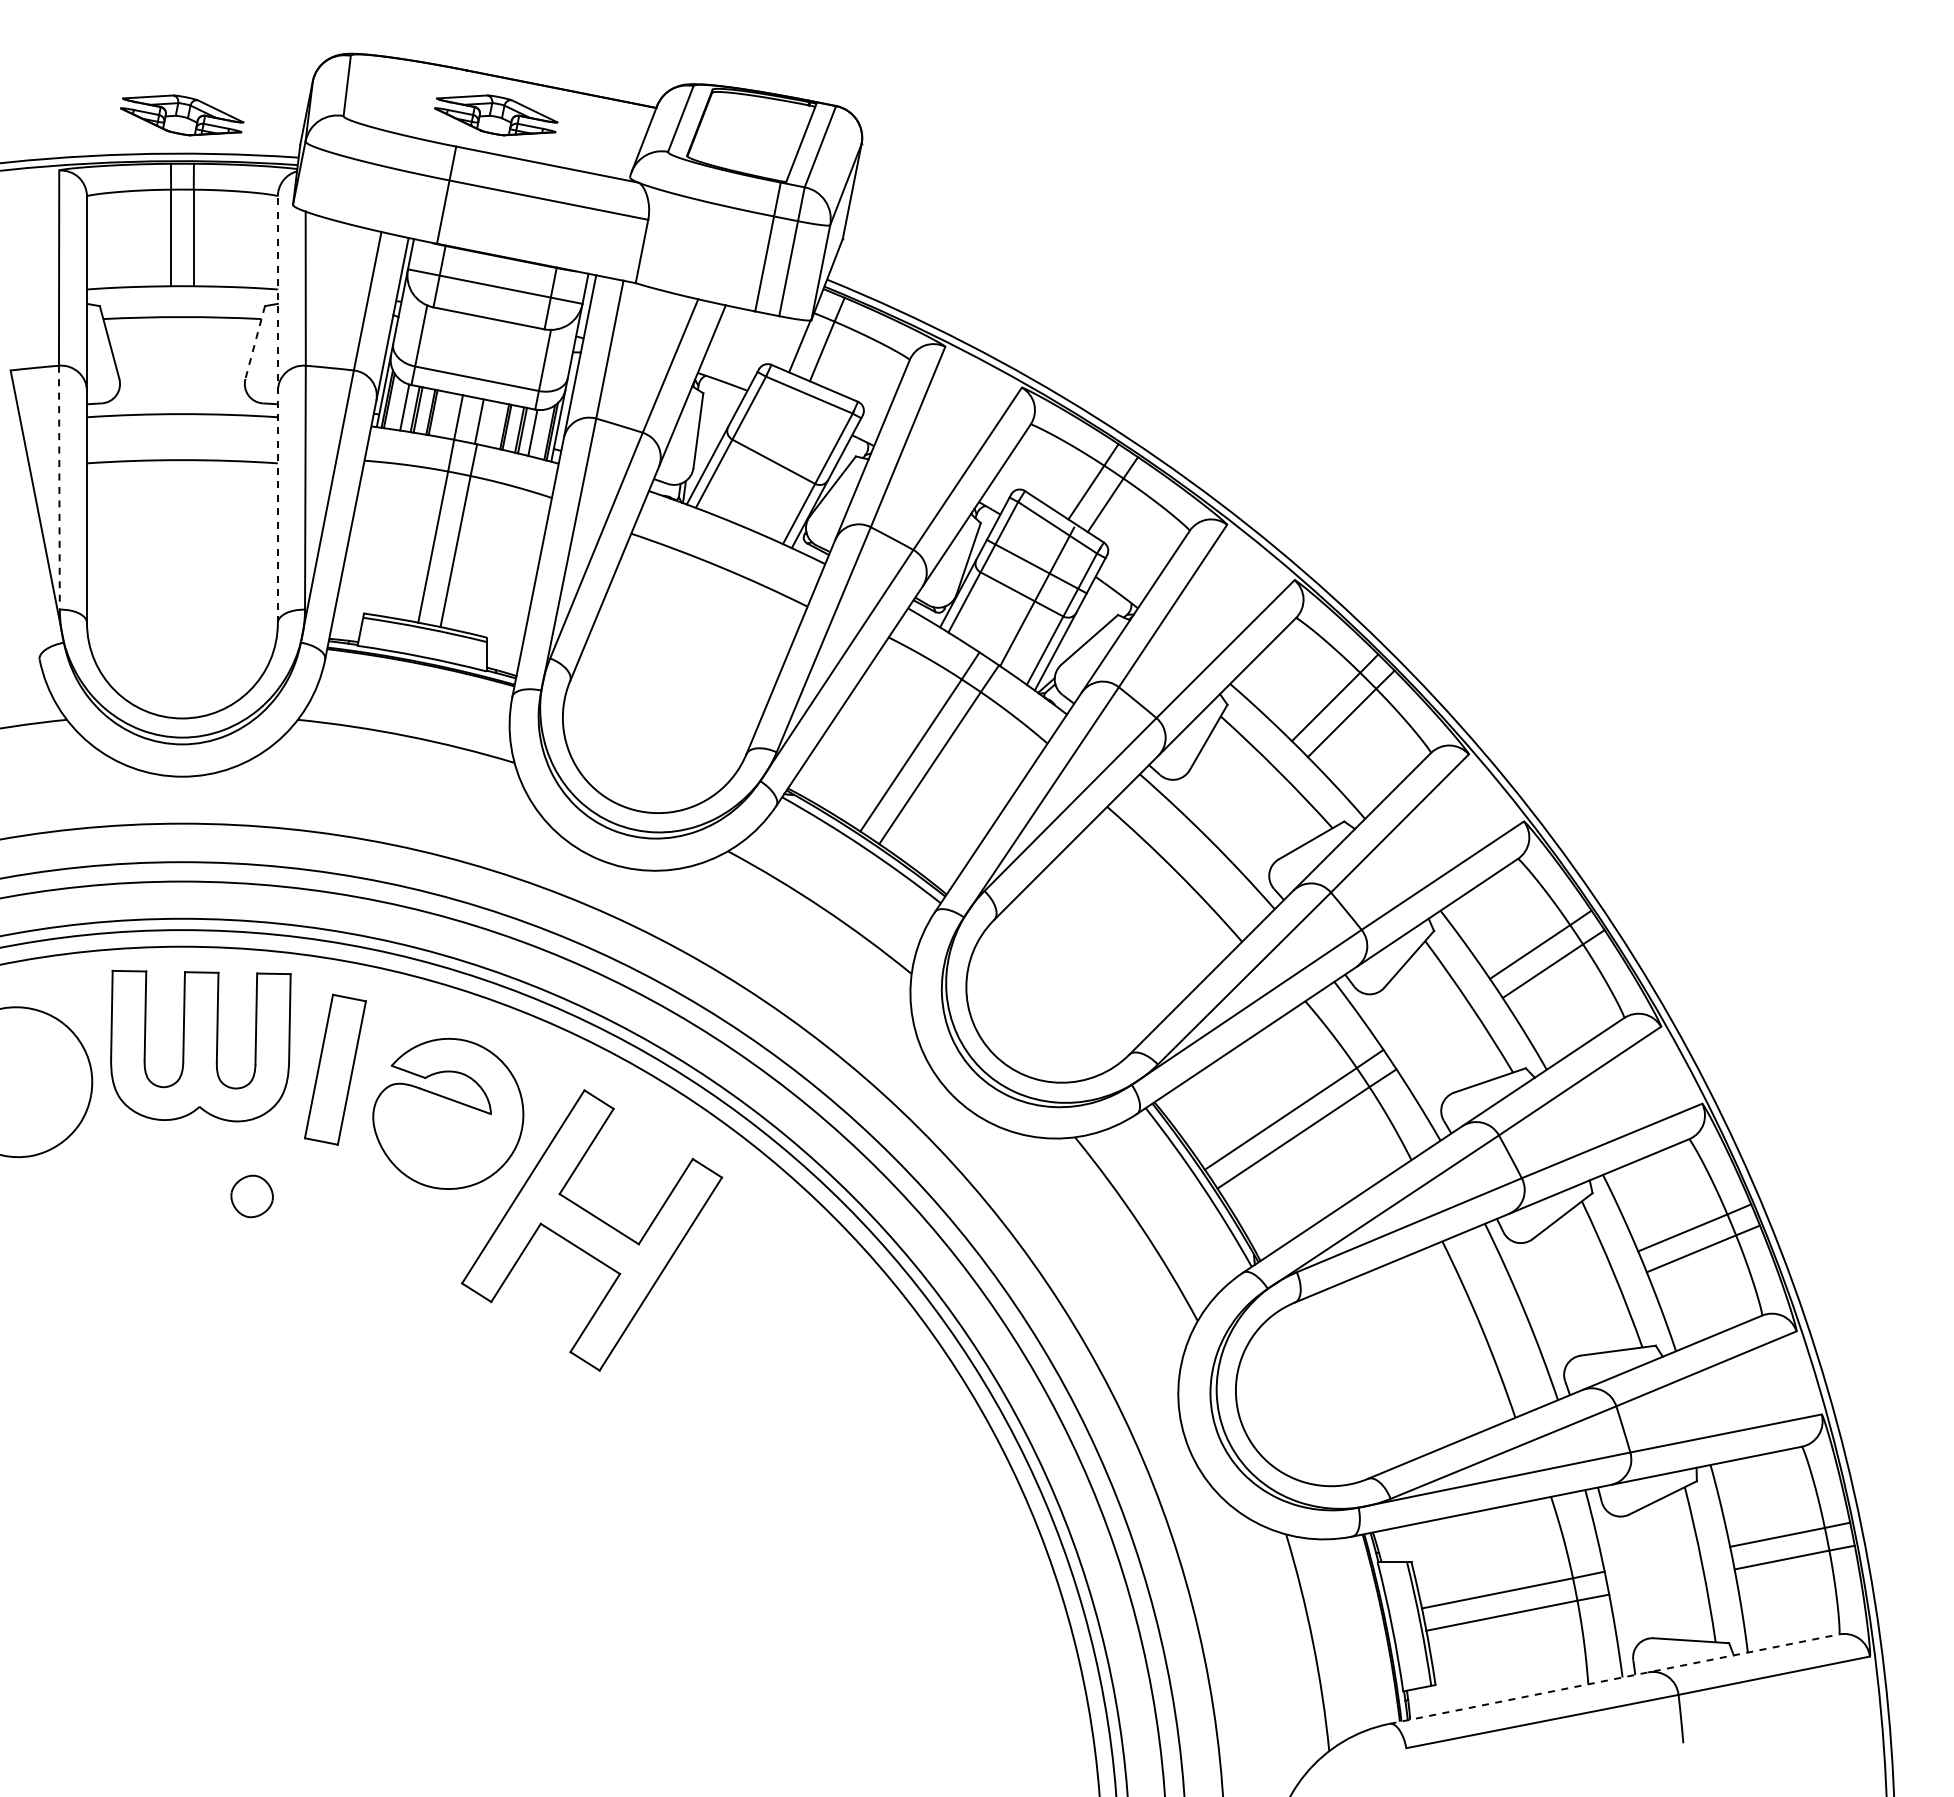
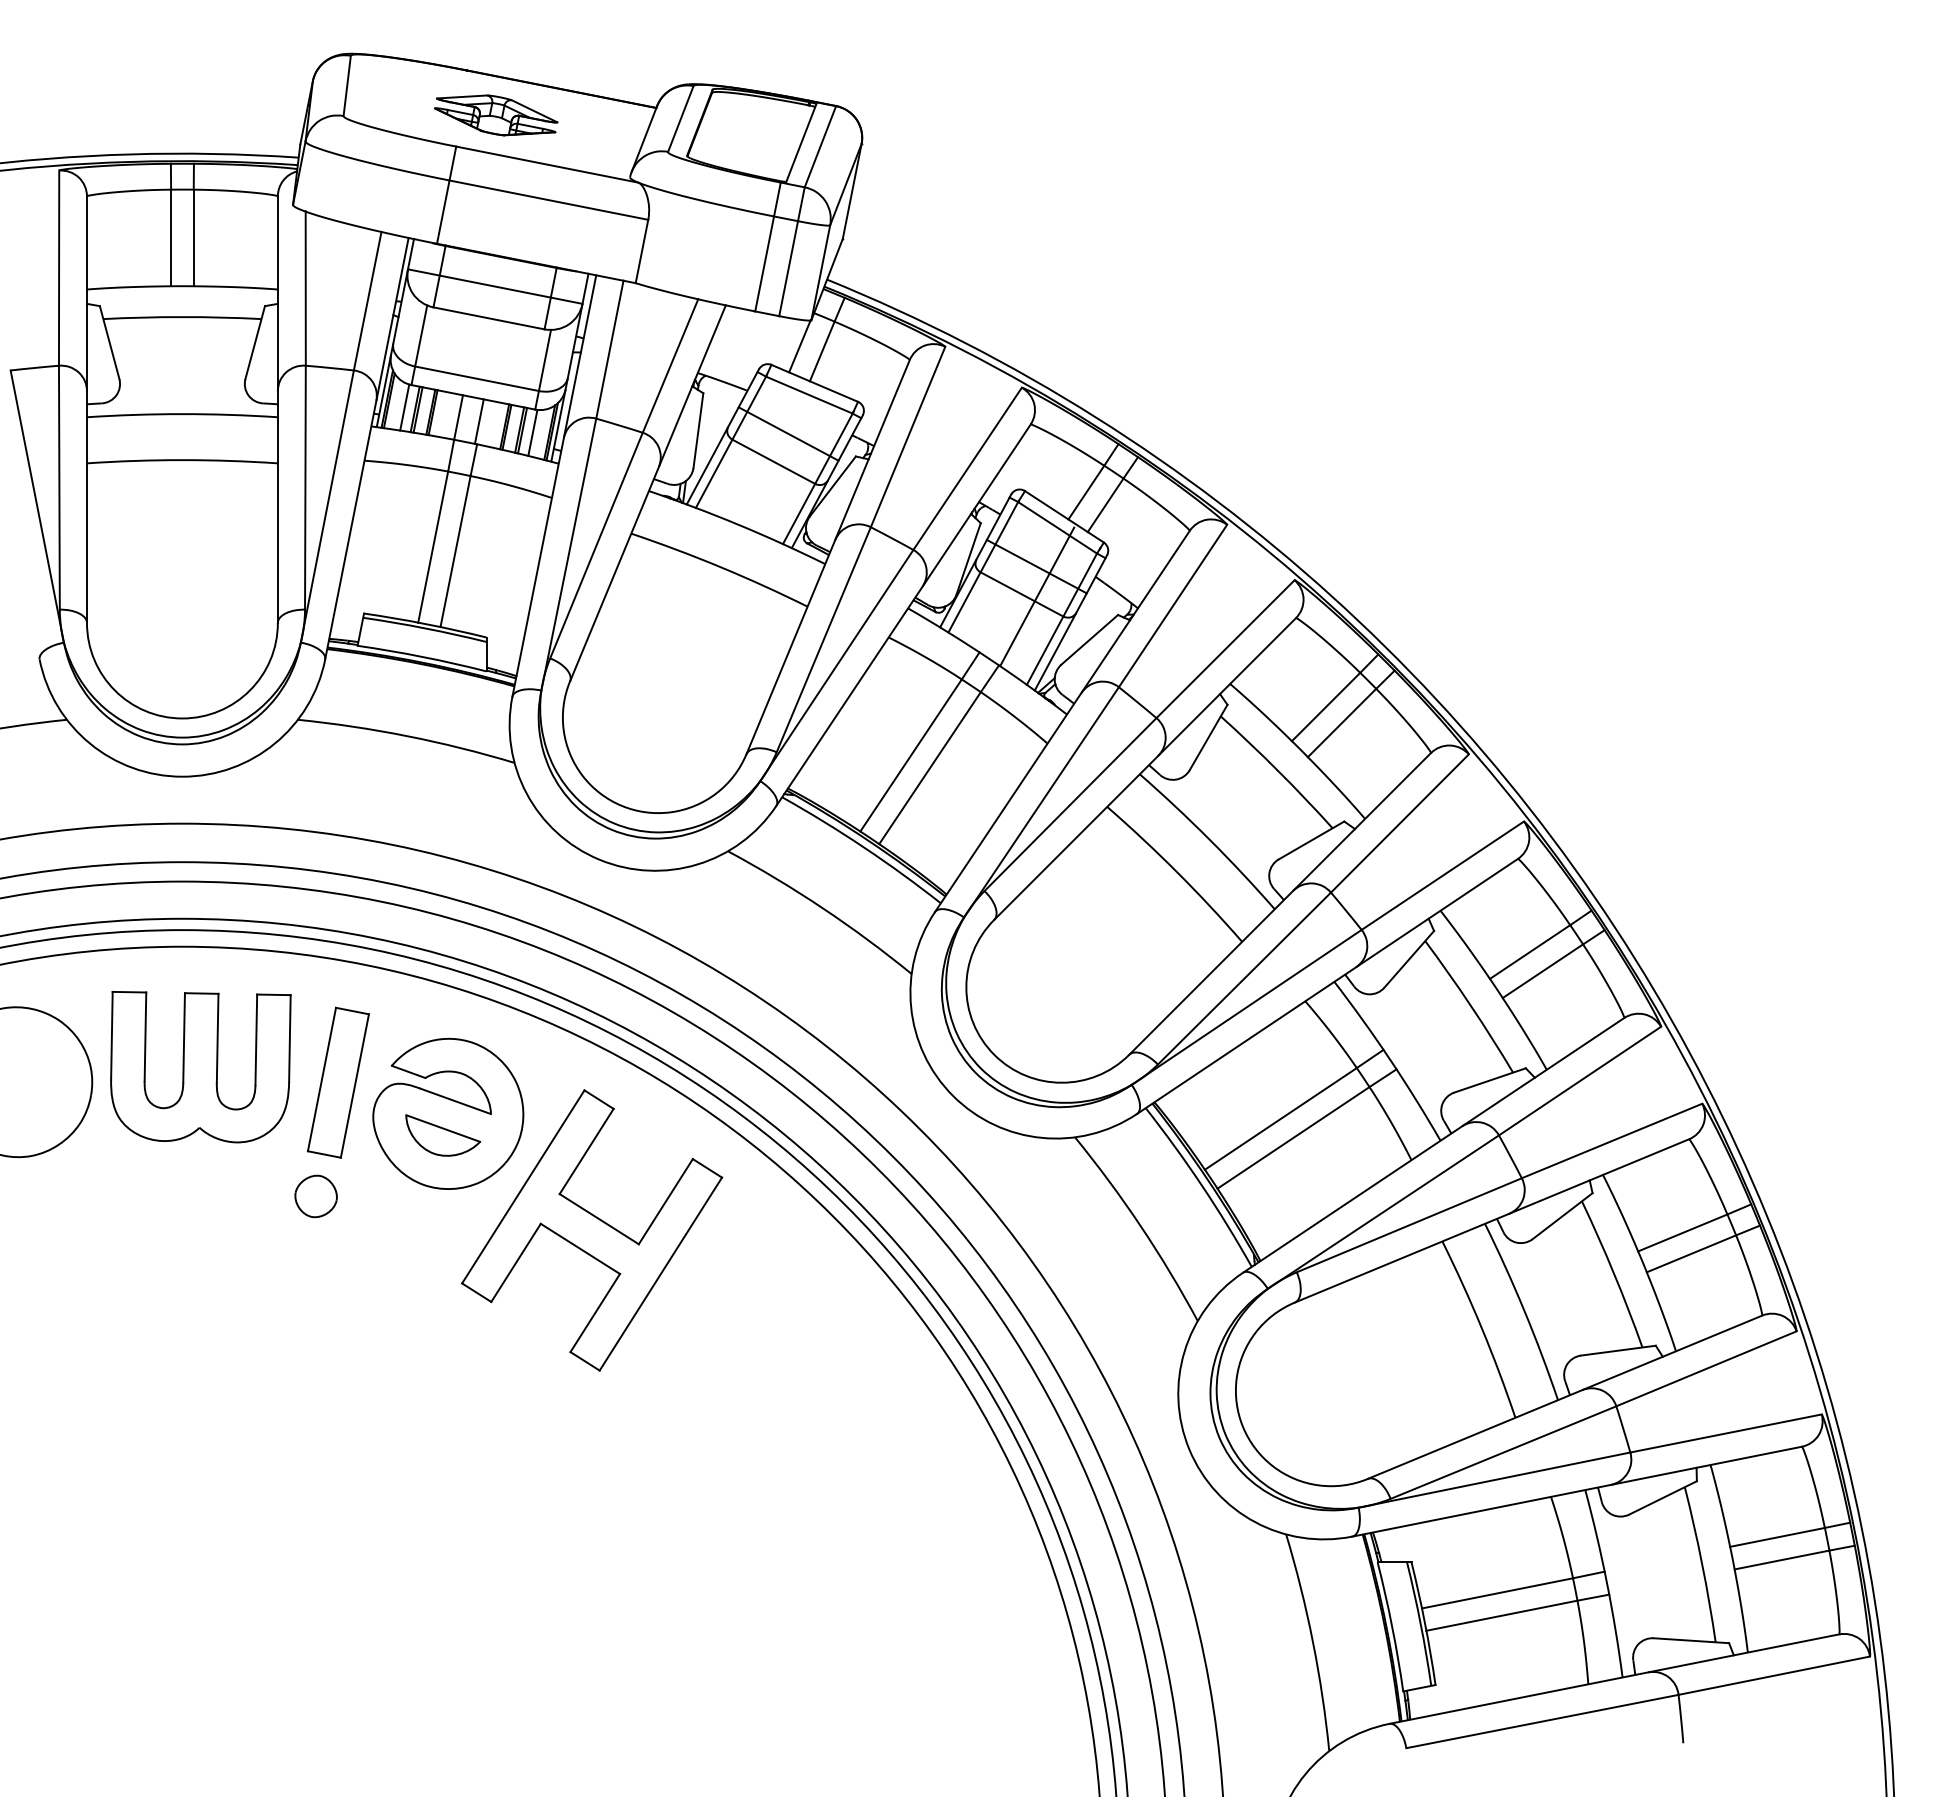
part at (182, 115): present -> none
line at (255, 342): dashed -> solid
line at (277, 409): dashed -> solid
line at (788, 433): none -> present
line at (59, 487): dashed -> solid
part at (200, 1046) position: (200, 1046) -> (200, 1067)
part at (334, 1069) position: (334, 1069) -> (337, 1082)
part at (443, 1135): none -> present
part at (251, 1196) position: (251, 1196) -> (315, 1196)
line at (1614, 1679): dashed -> solid
